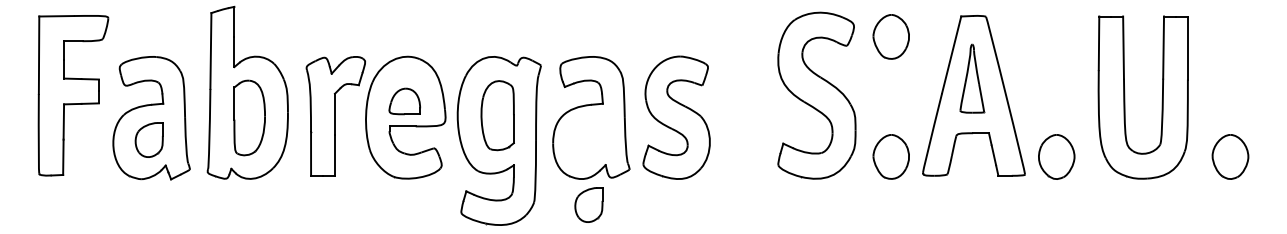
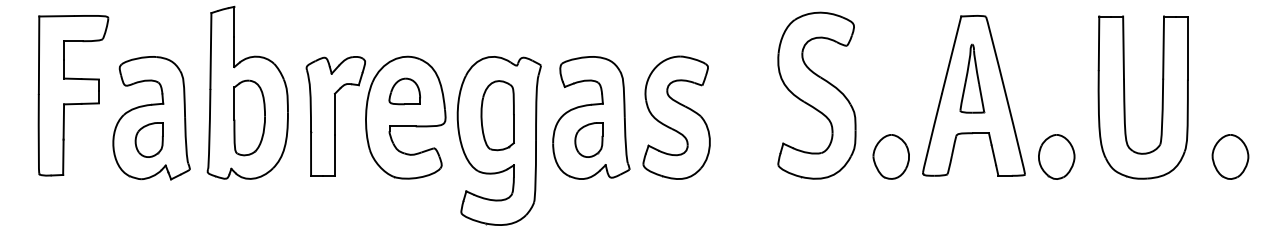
part at (890, 36): present -> none
part at (404, 101) position: (404, 101) -> (404, 91)
part at (588, 204) position: (588, 204) -> (588, 139)
